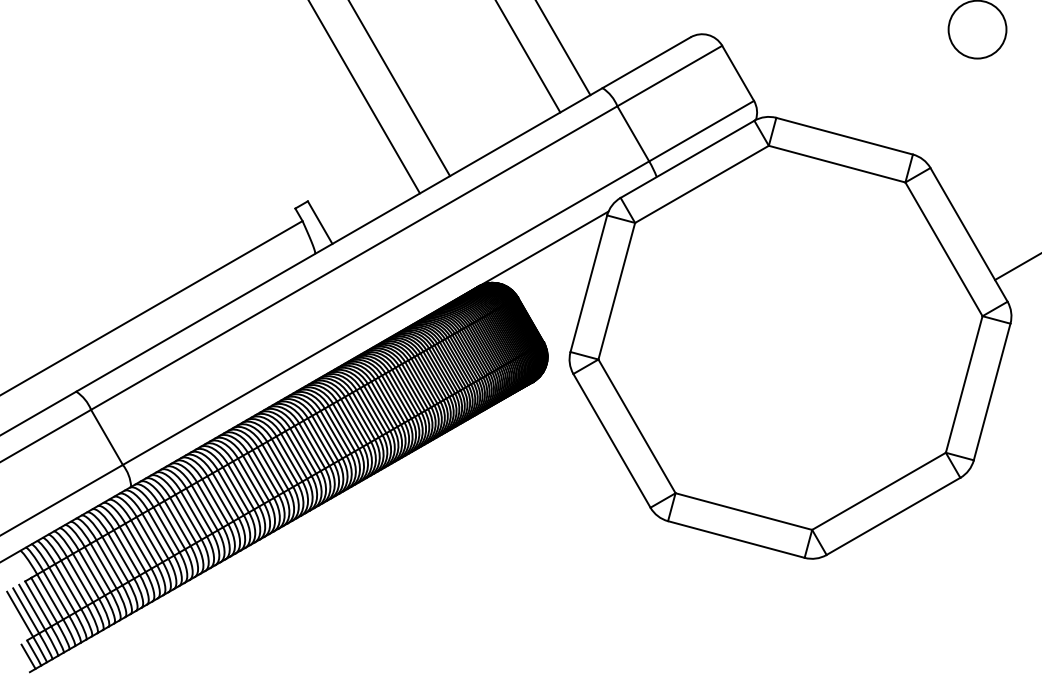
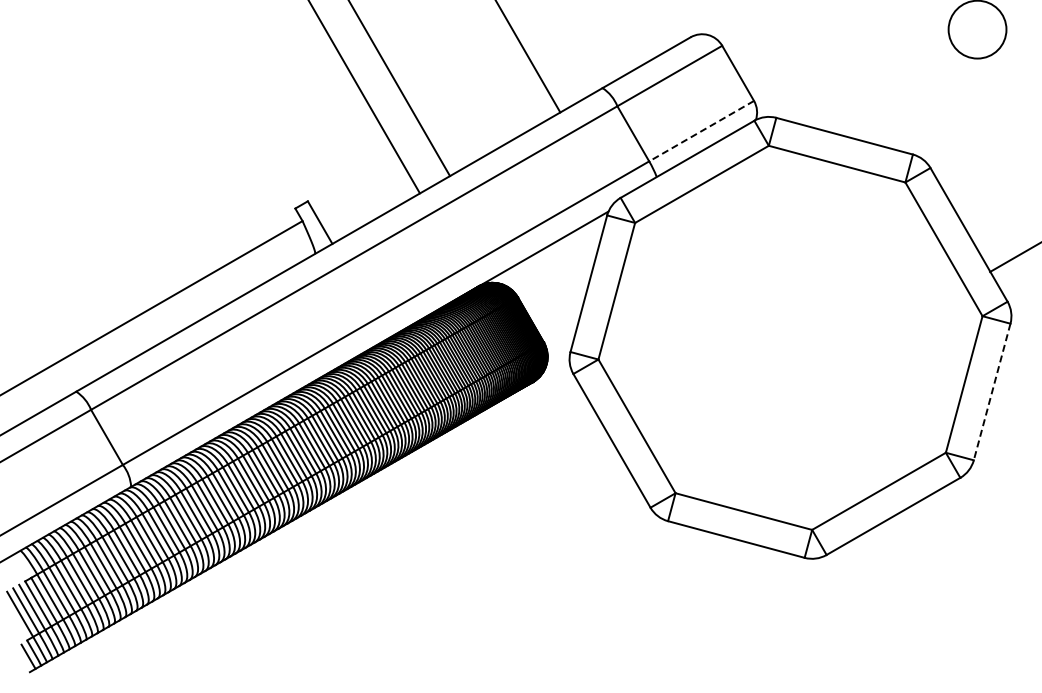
line at (563, 48): present -> none
line at (701, 131): solid -> dashed
line at (1016, 267) position: (1016, 267) -> (1014, 257)
line at (992, 392): solid -> dashed
